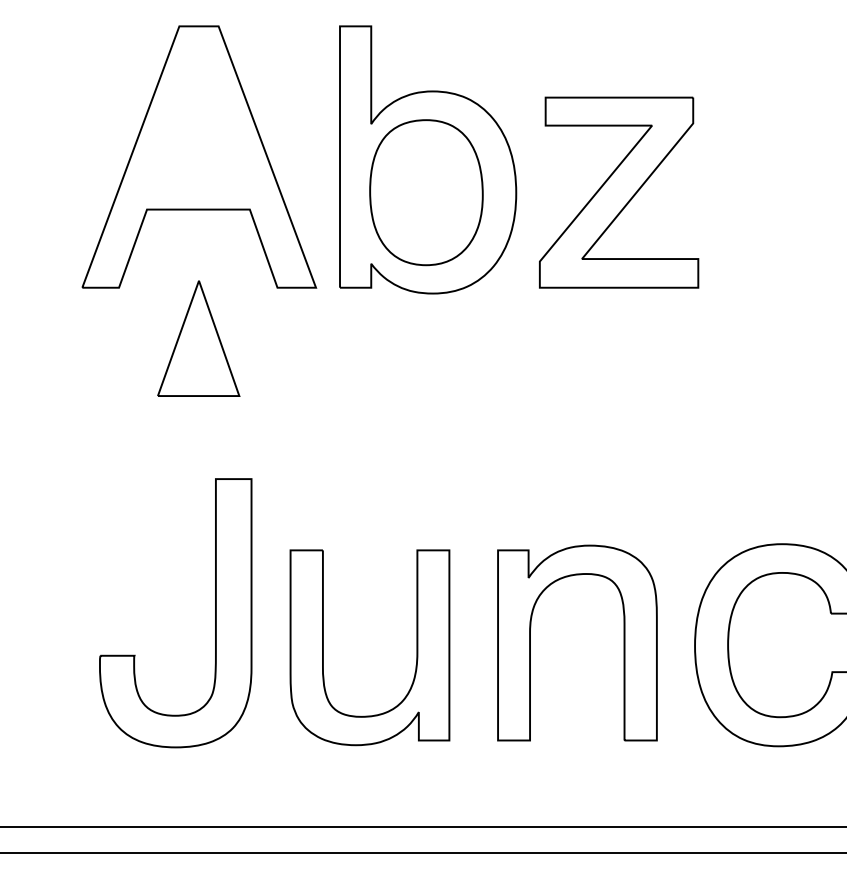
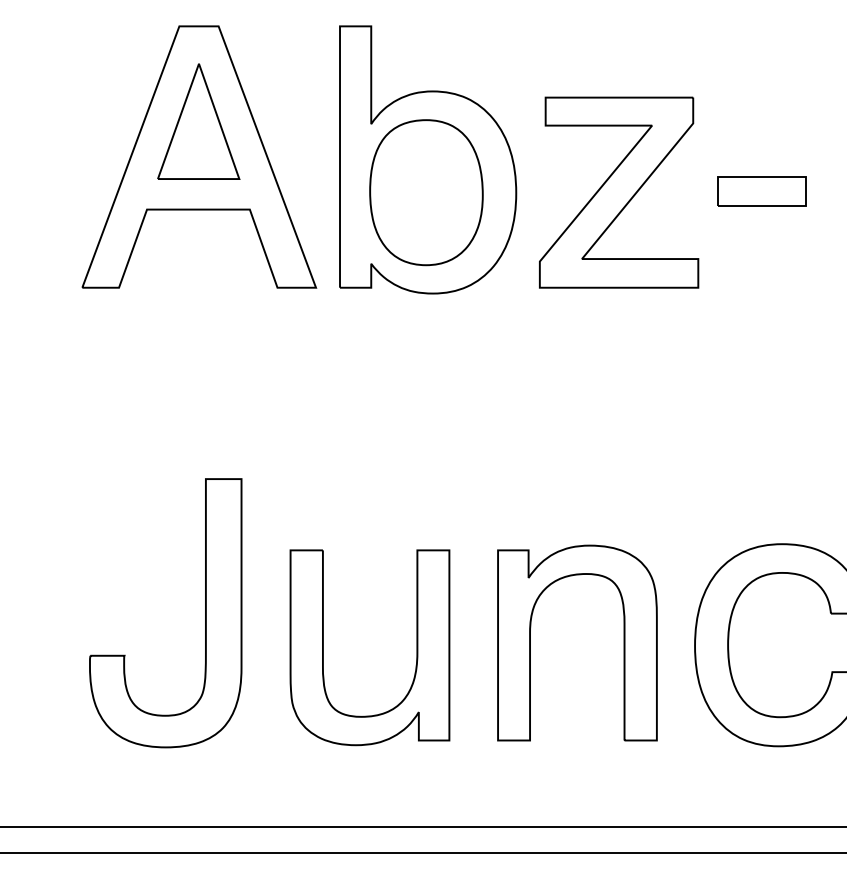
part at (761, 191): none -> present
part at (198, 338) position: (198, 338) -> (198, 121)
part at (215, 613) position: (215, 613) -> (205, 613)
